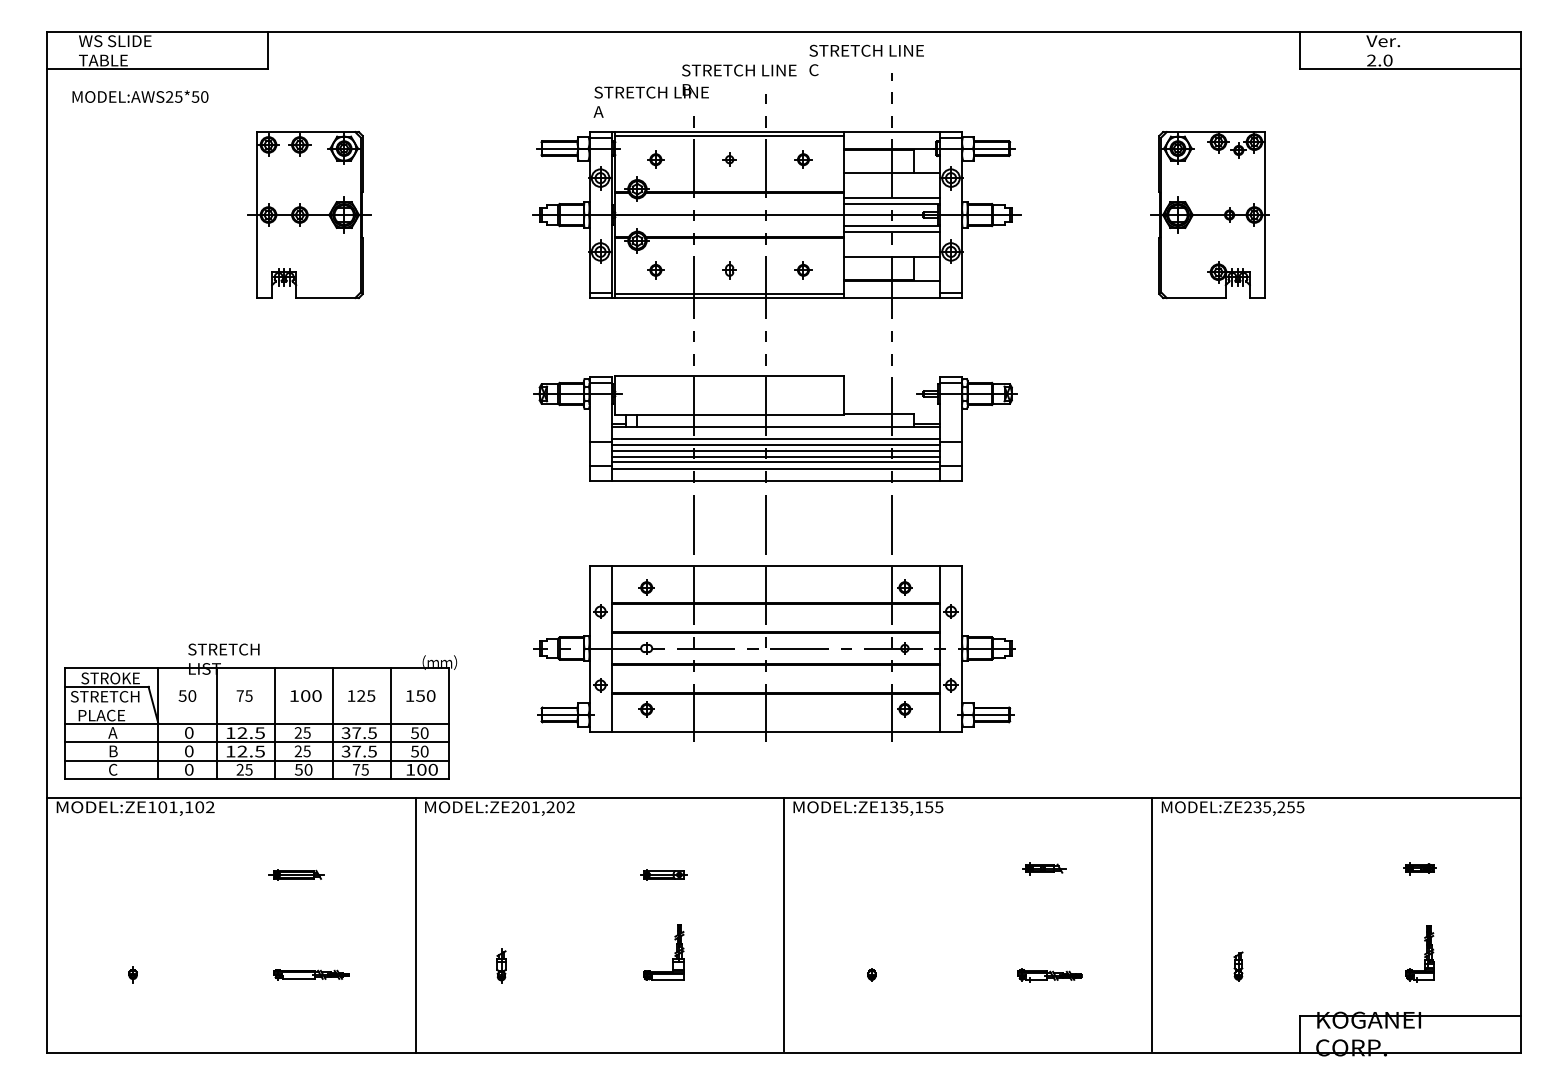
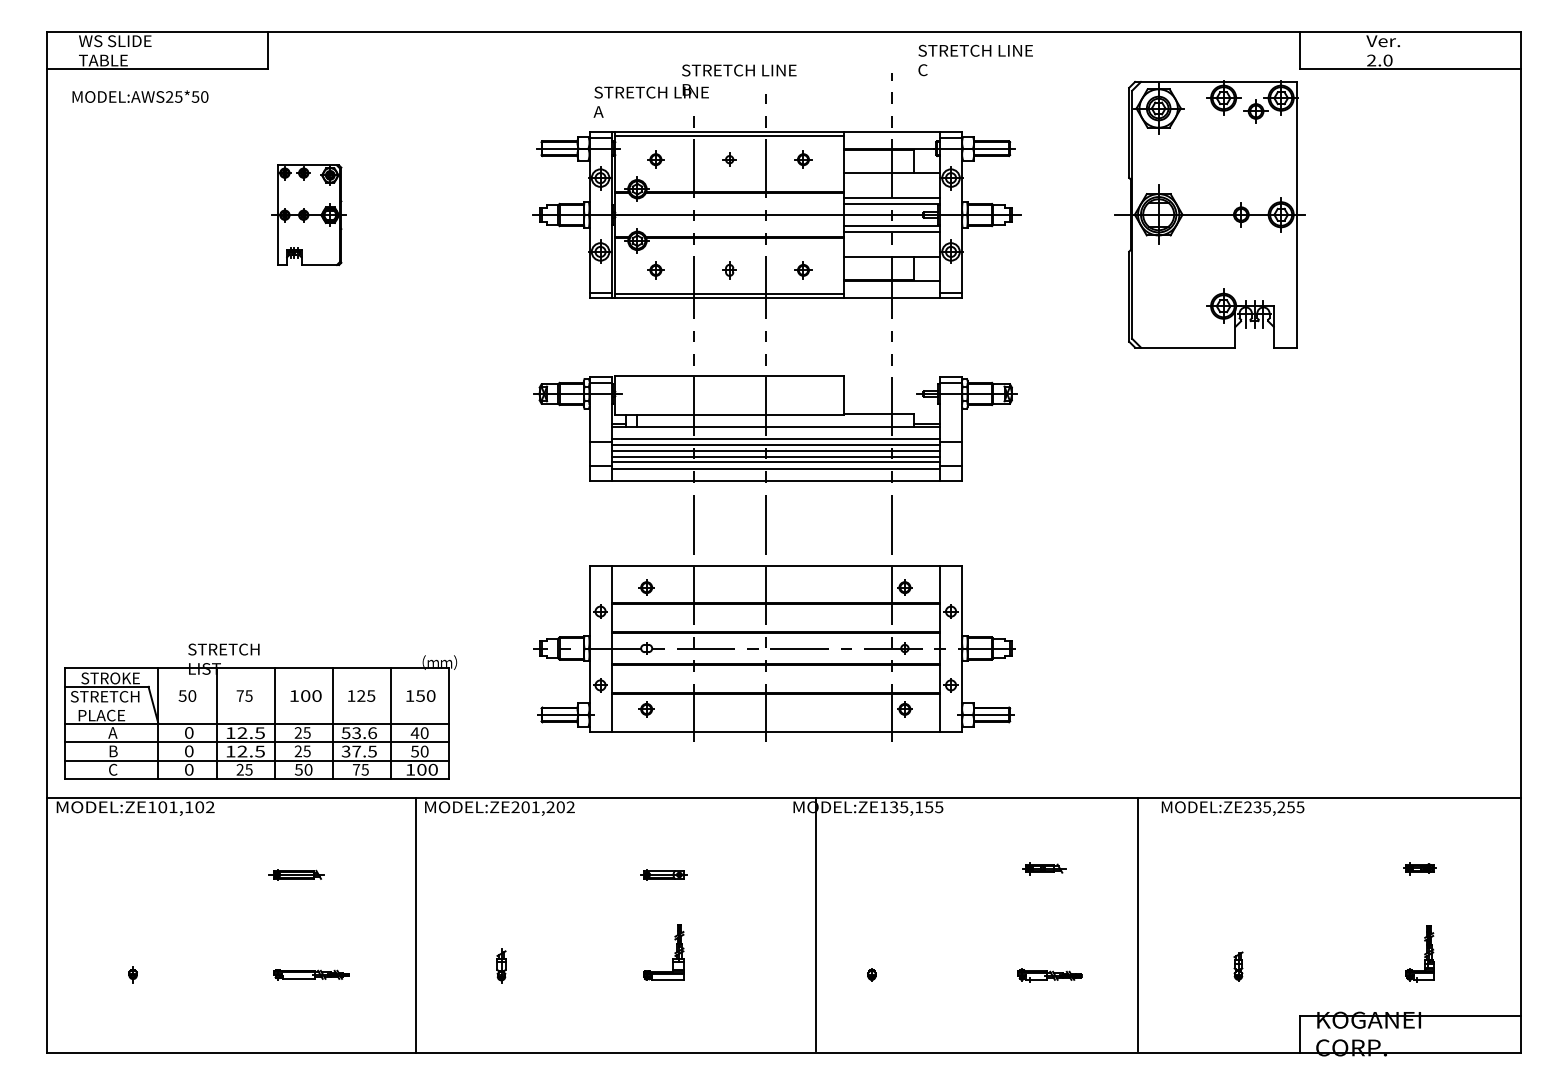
text at (866, 60) position: (866, 60) -> (975, 60)
part at (309, 215) size: 125x169 px -> 76x103 px
part at (1209, 215) size: 120x169 px -> 192x269 px
text at (359, 733): 37.5 -> 53.6
text at (414, 733): 50 -> 40
line at (784, 924) position: (784, 924) -> (816, 924)
line at (1152, 924) position: (1152, 924) -> (1138, 924)
